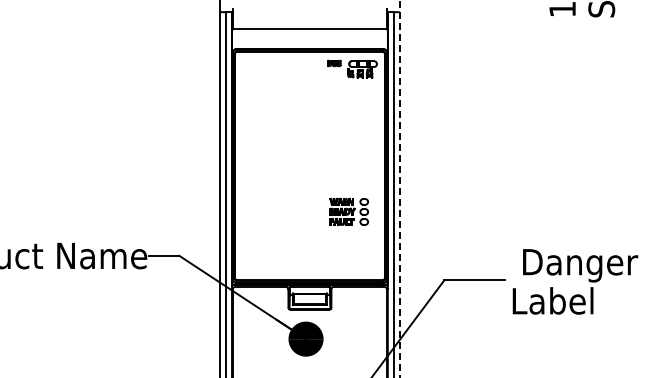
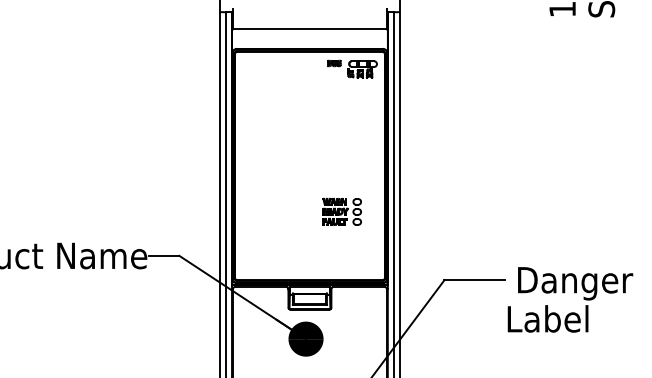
line at (400, 188): dashed -> solid
part at (348, 211) position: (348, 211) -> (341, 211)
text at (575, 281) position: (575, 281) -> (570, 299)
